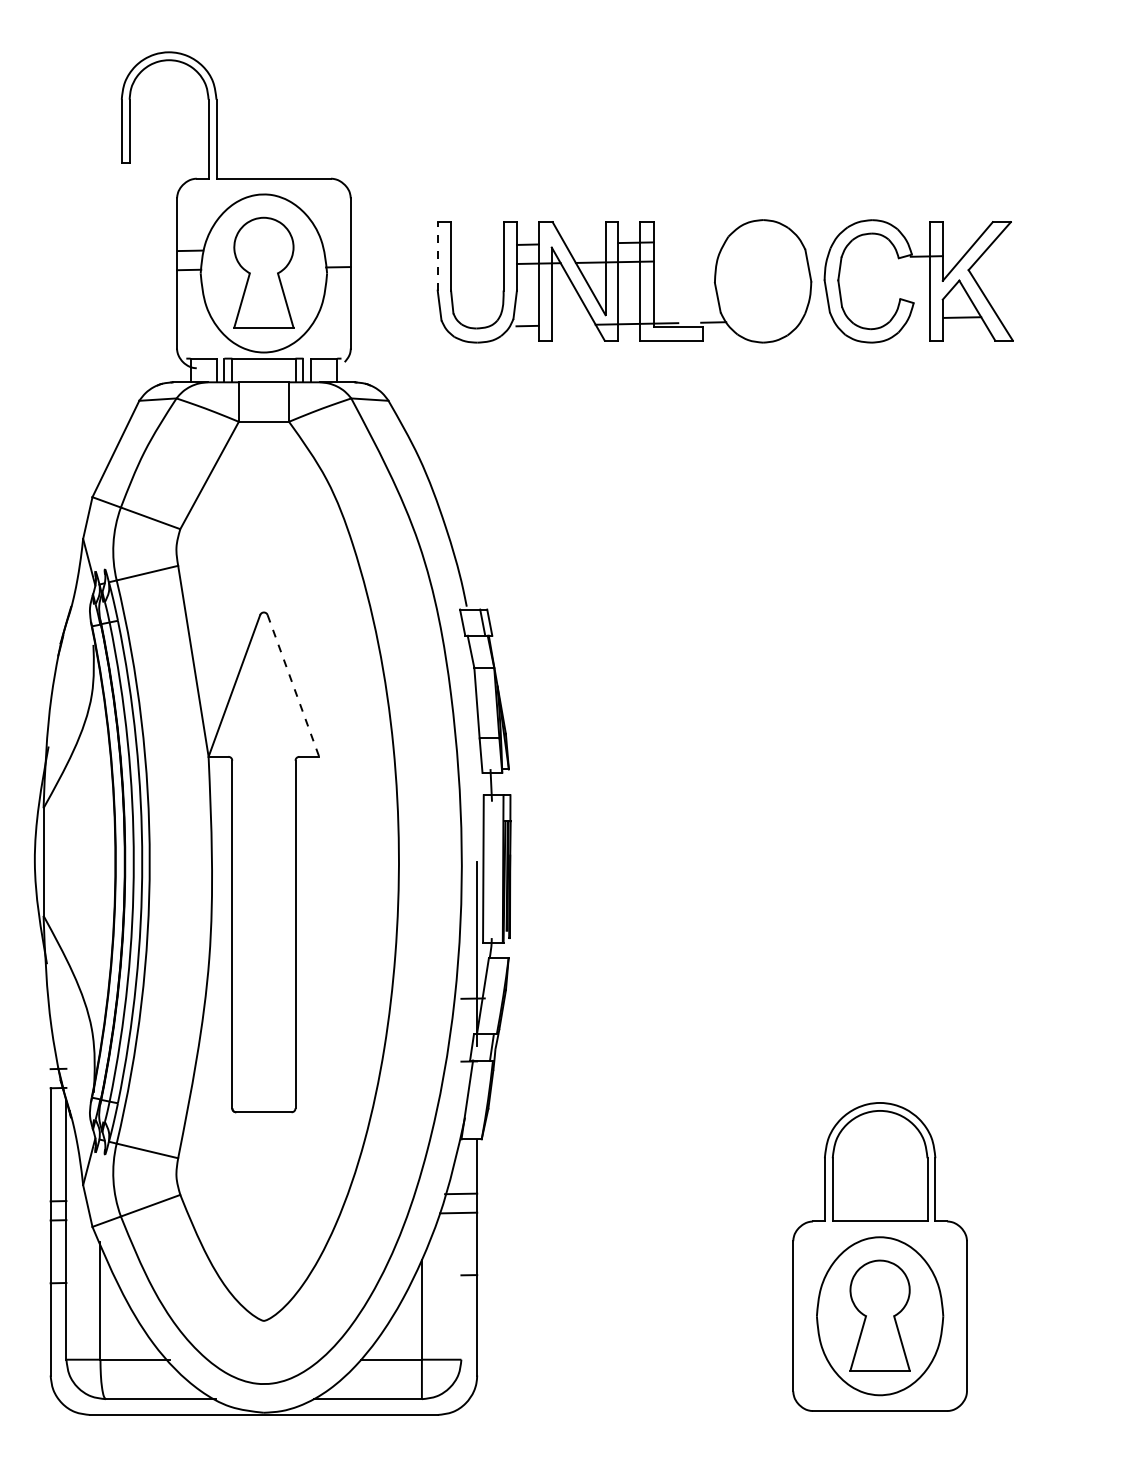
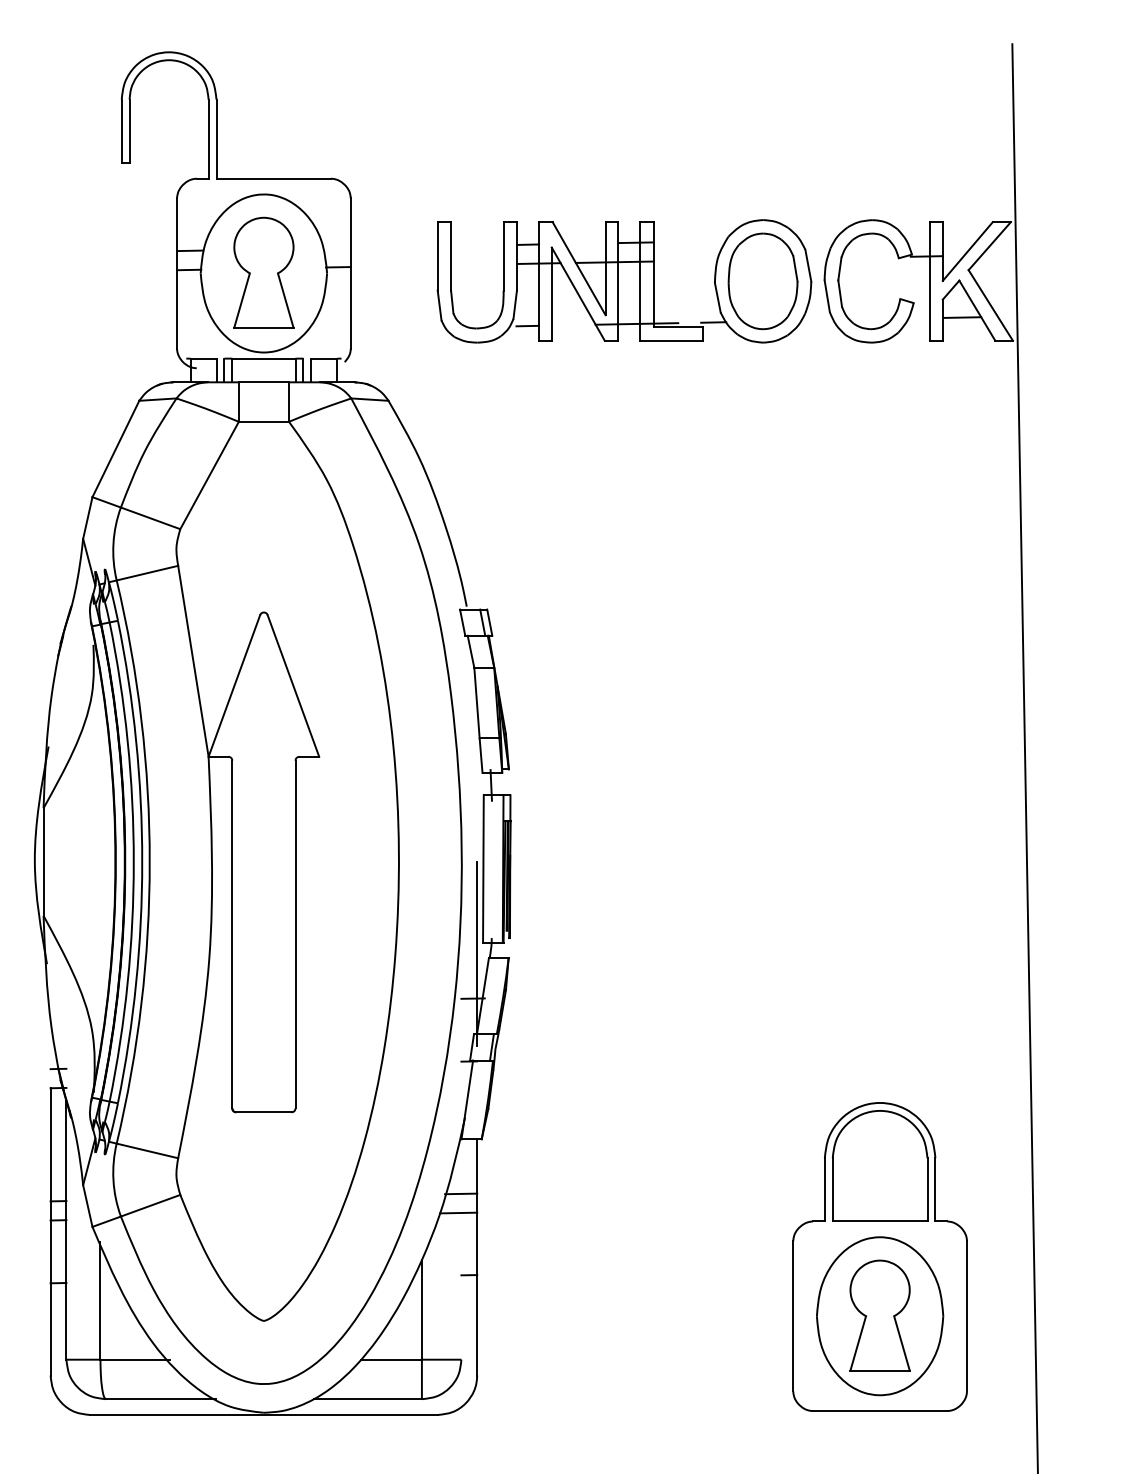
line at (437, 255): dashed -> solid
part at (762, 281): none -> present
line at (293, 686): dashed -> solid
line at (1024, 757): none -> present
